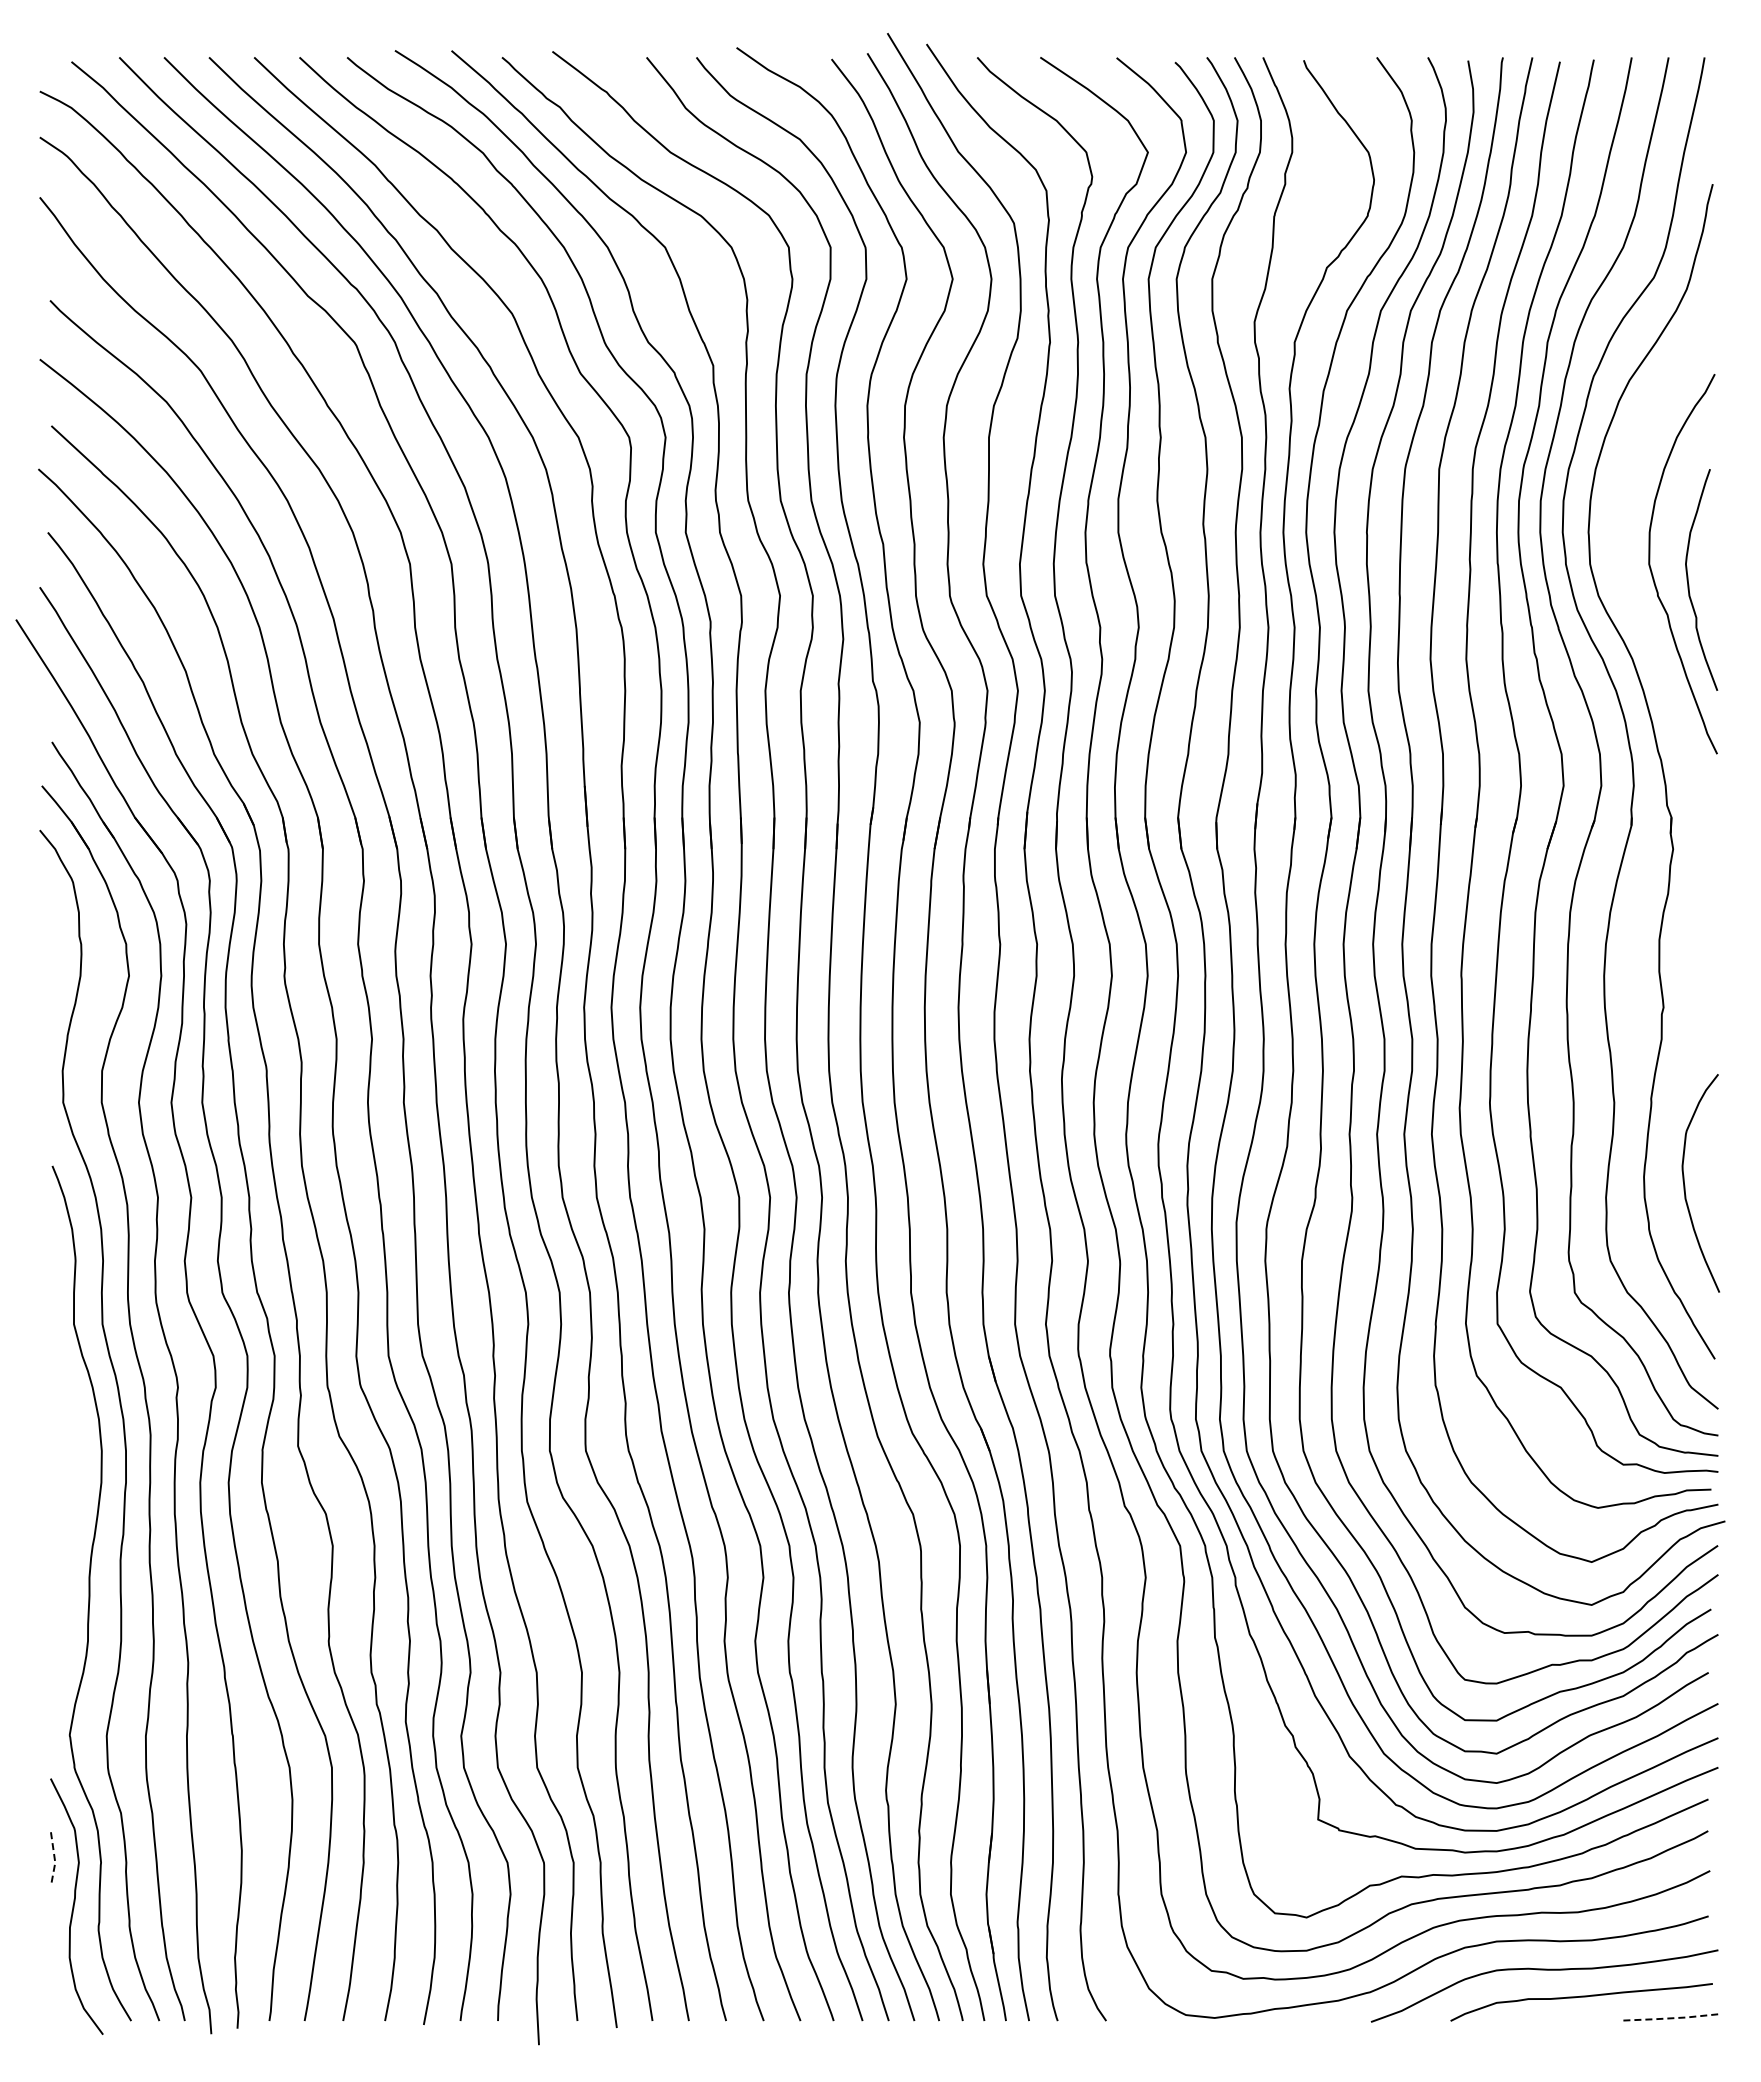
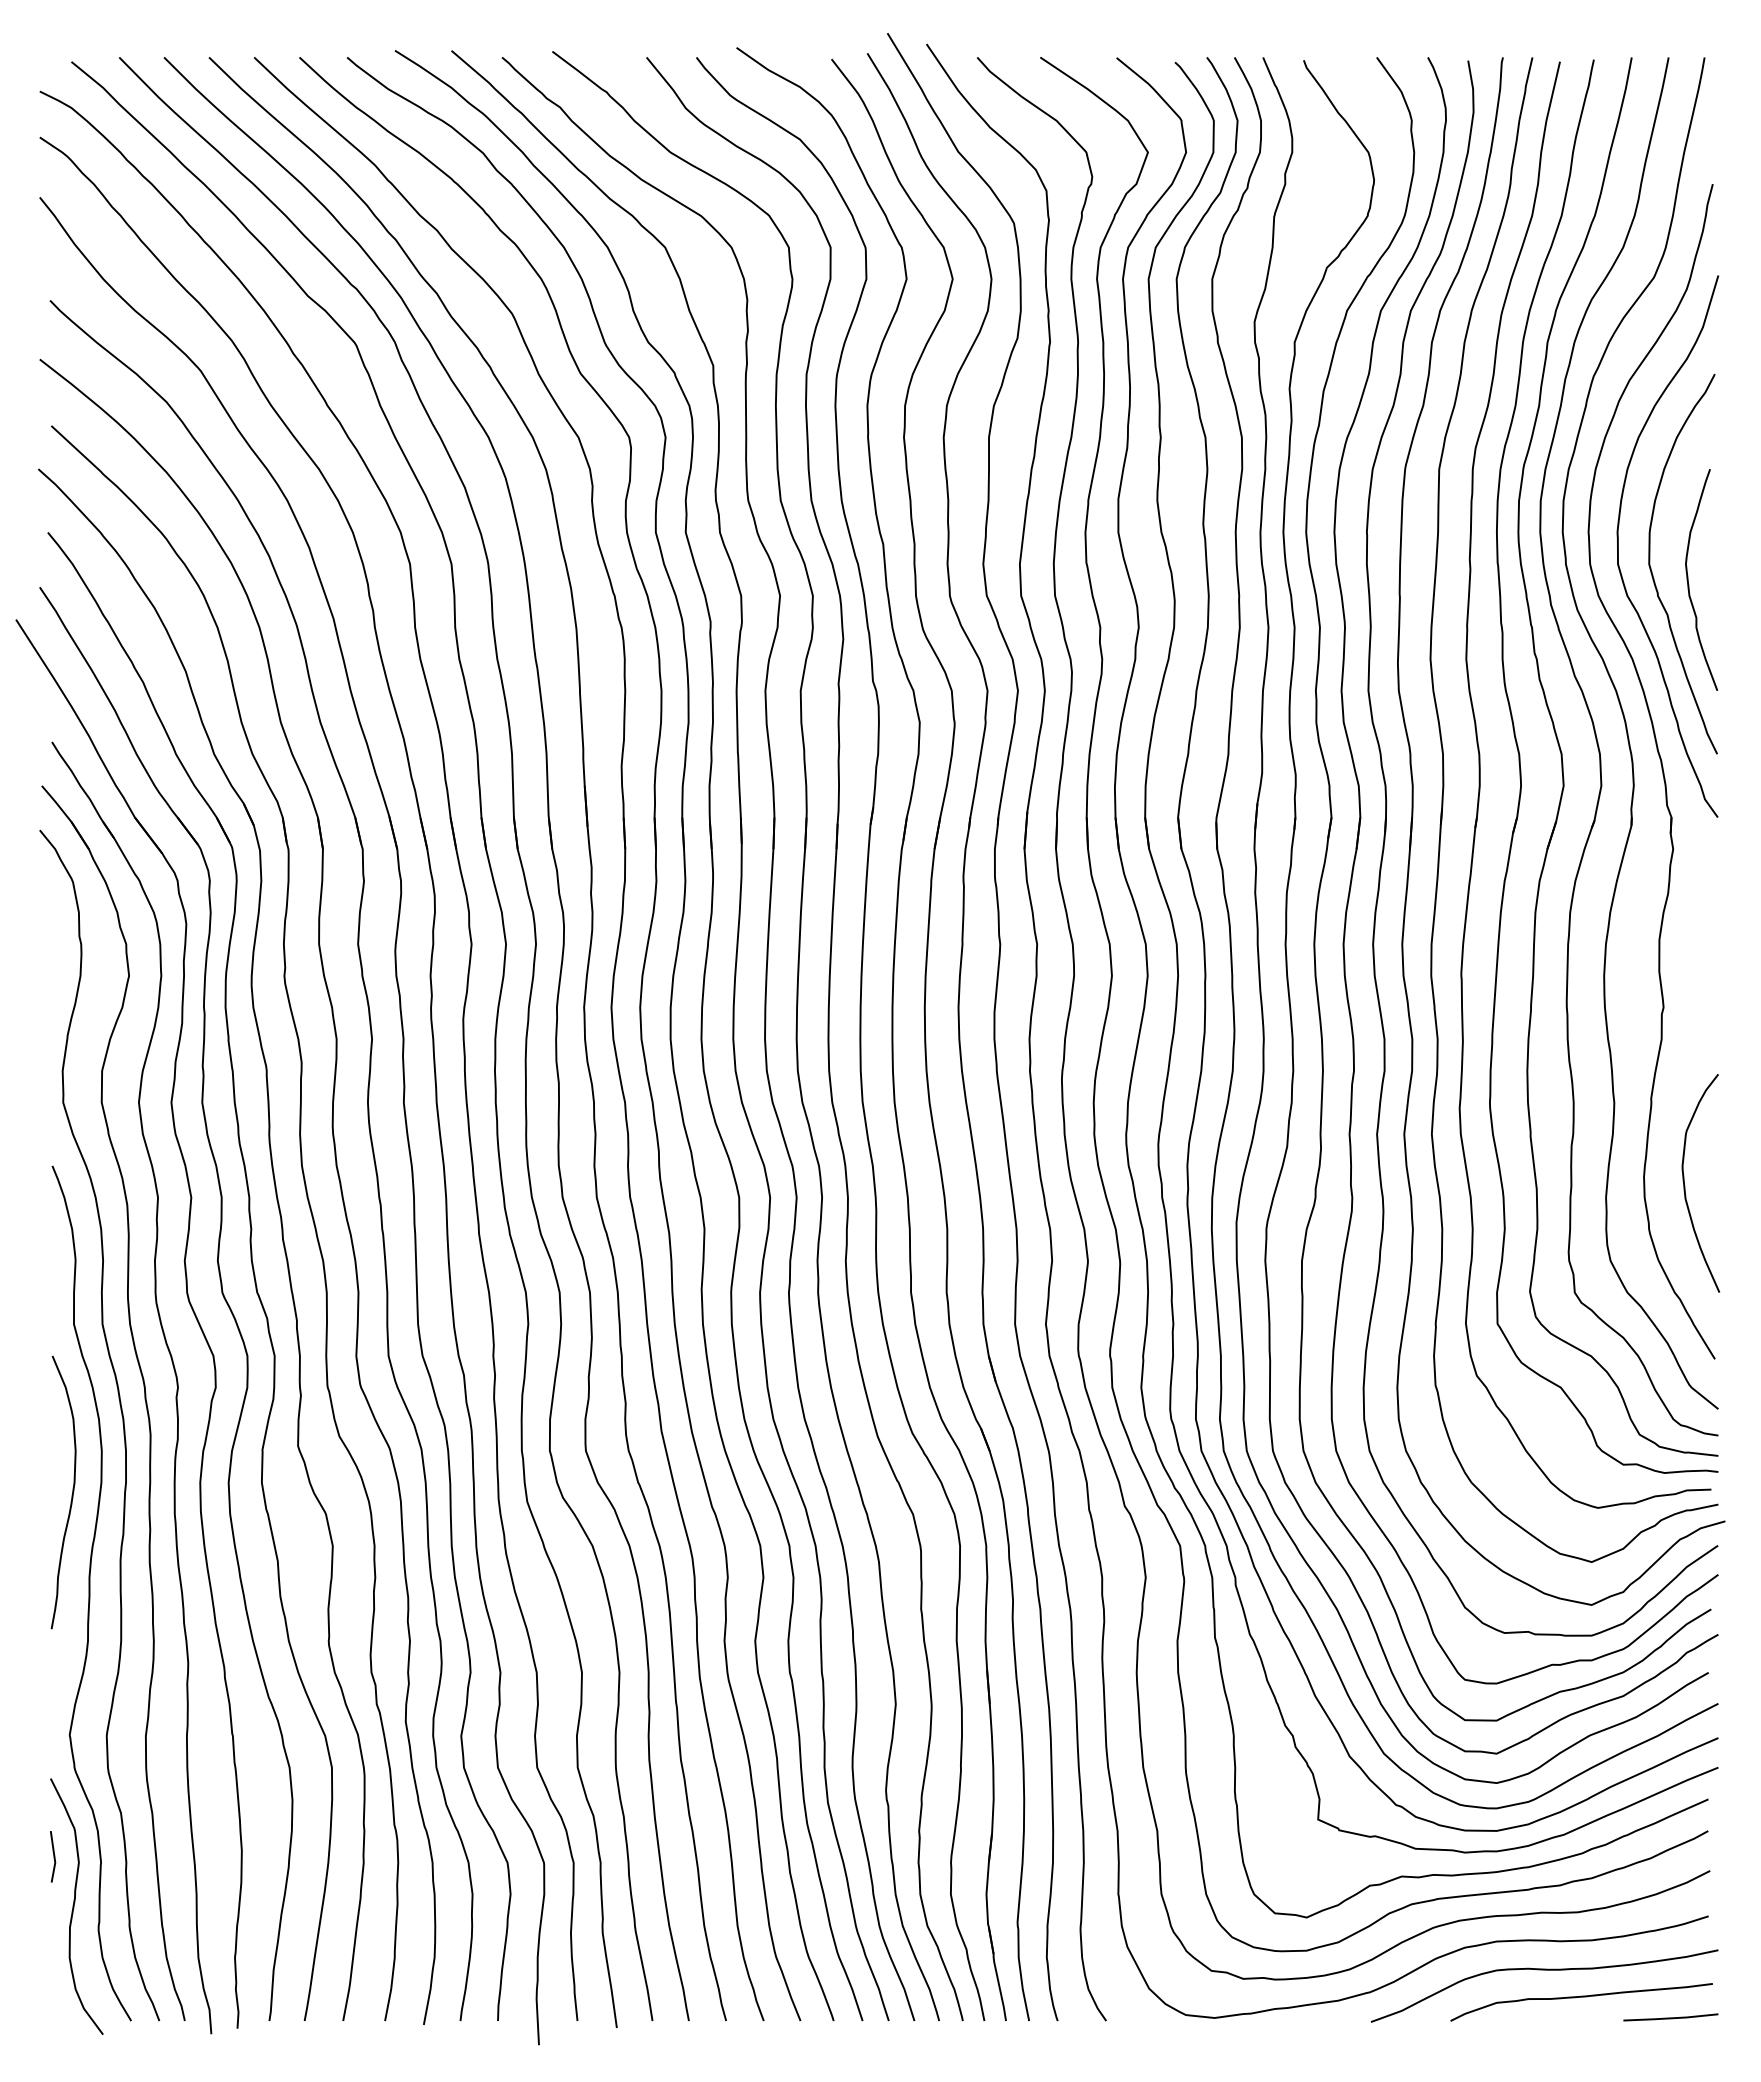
curve at (1618, 546): none -> present
curve at (71, 1494): none -> present
line at (54, 1857): dashed -> solid
line at (1670, 2018): dashed -> solid
